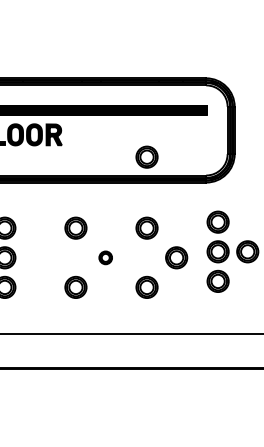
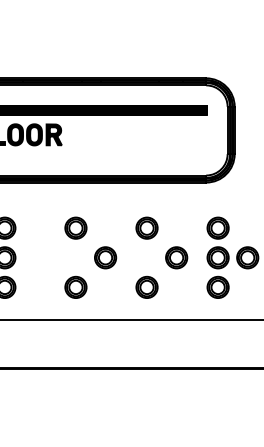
part at (146, 156): present -> none
part at (232, 251) position: (232, 251) -> (232, 257)
part at (105, 257) size: 15x16 px -> 24x24 px
line at (131, 334) position: (131, 334) -> (131, 320)
